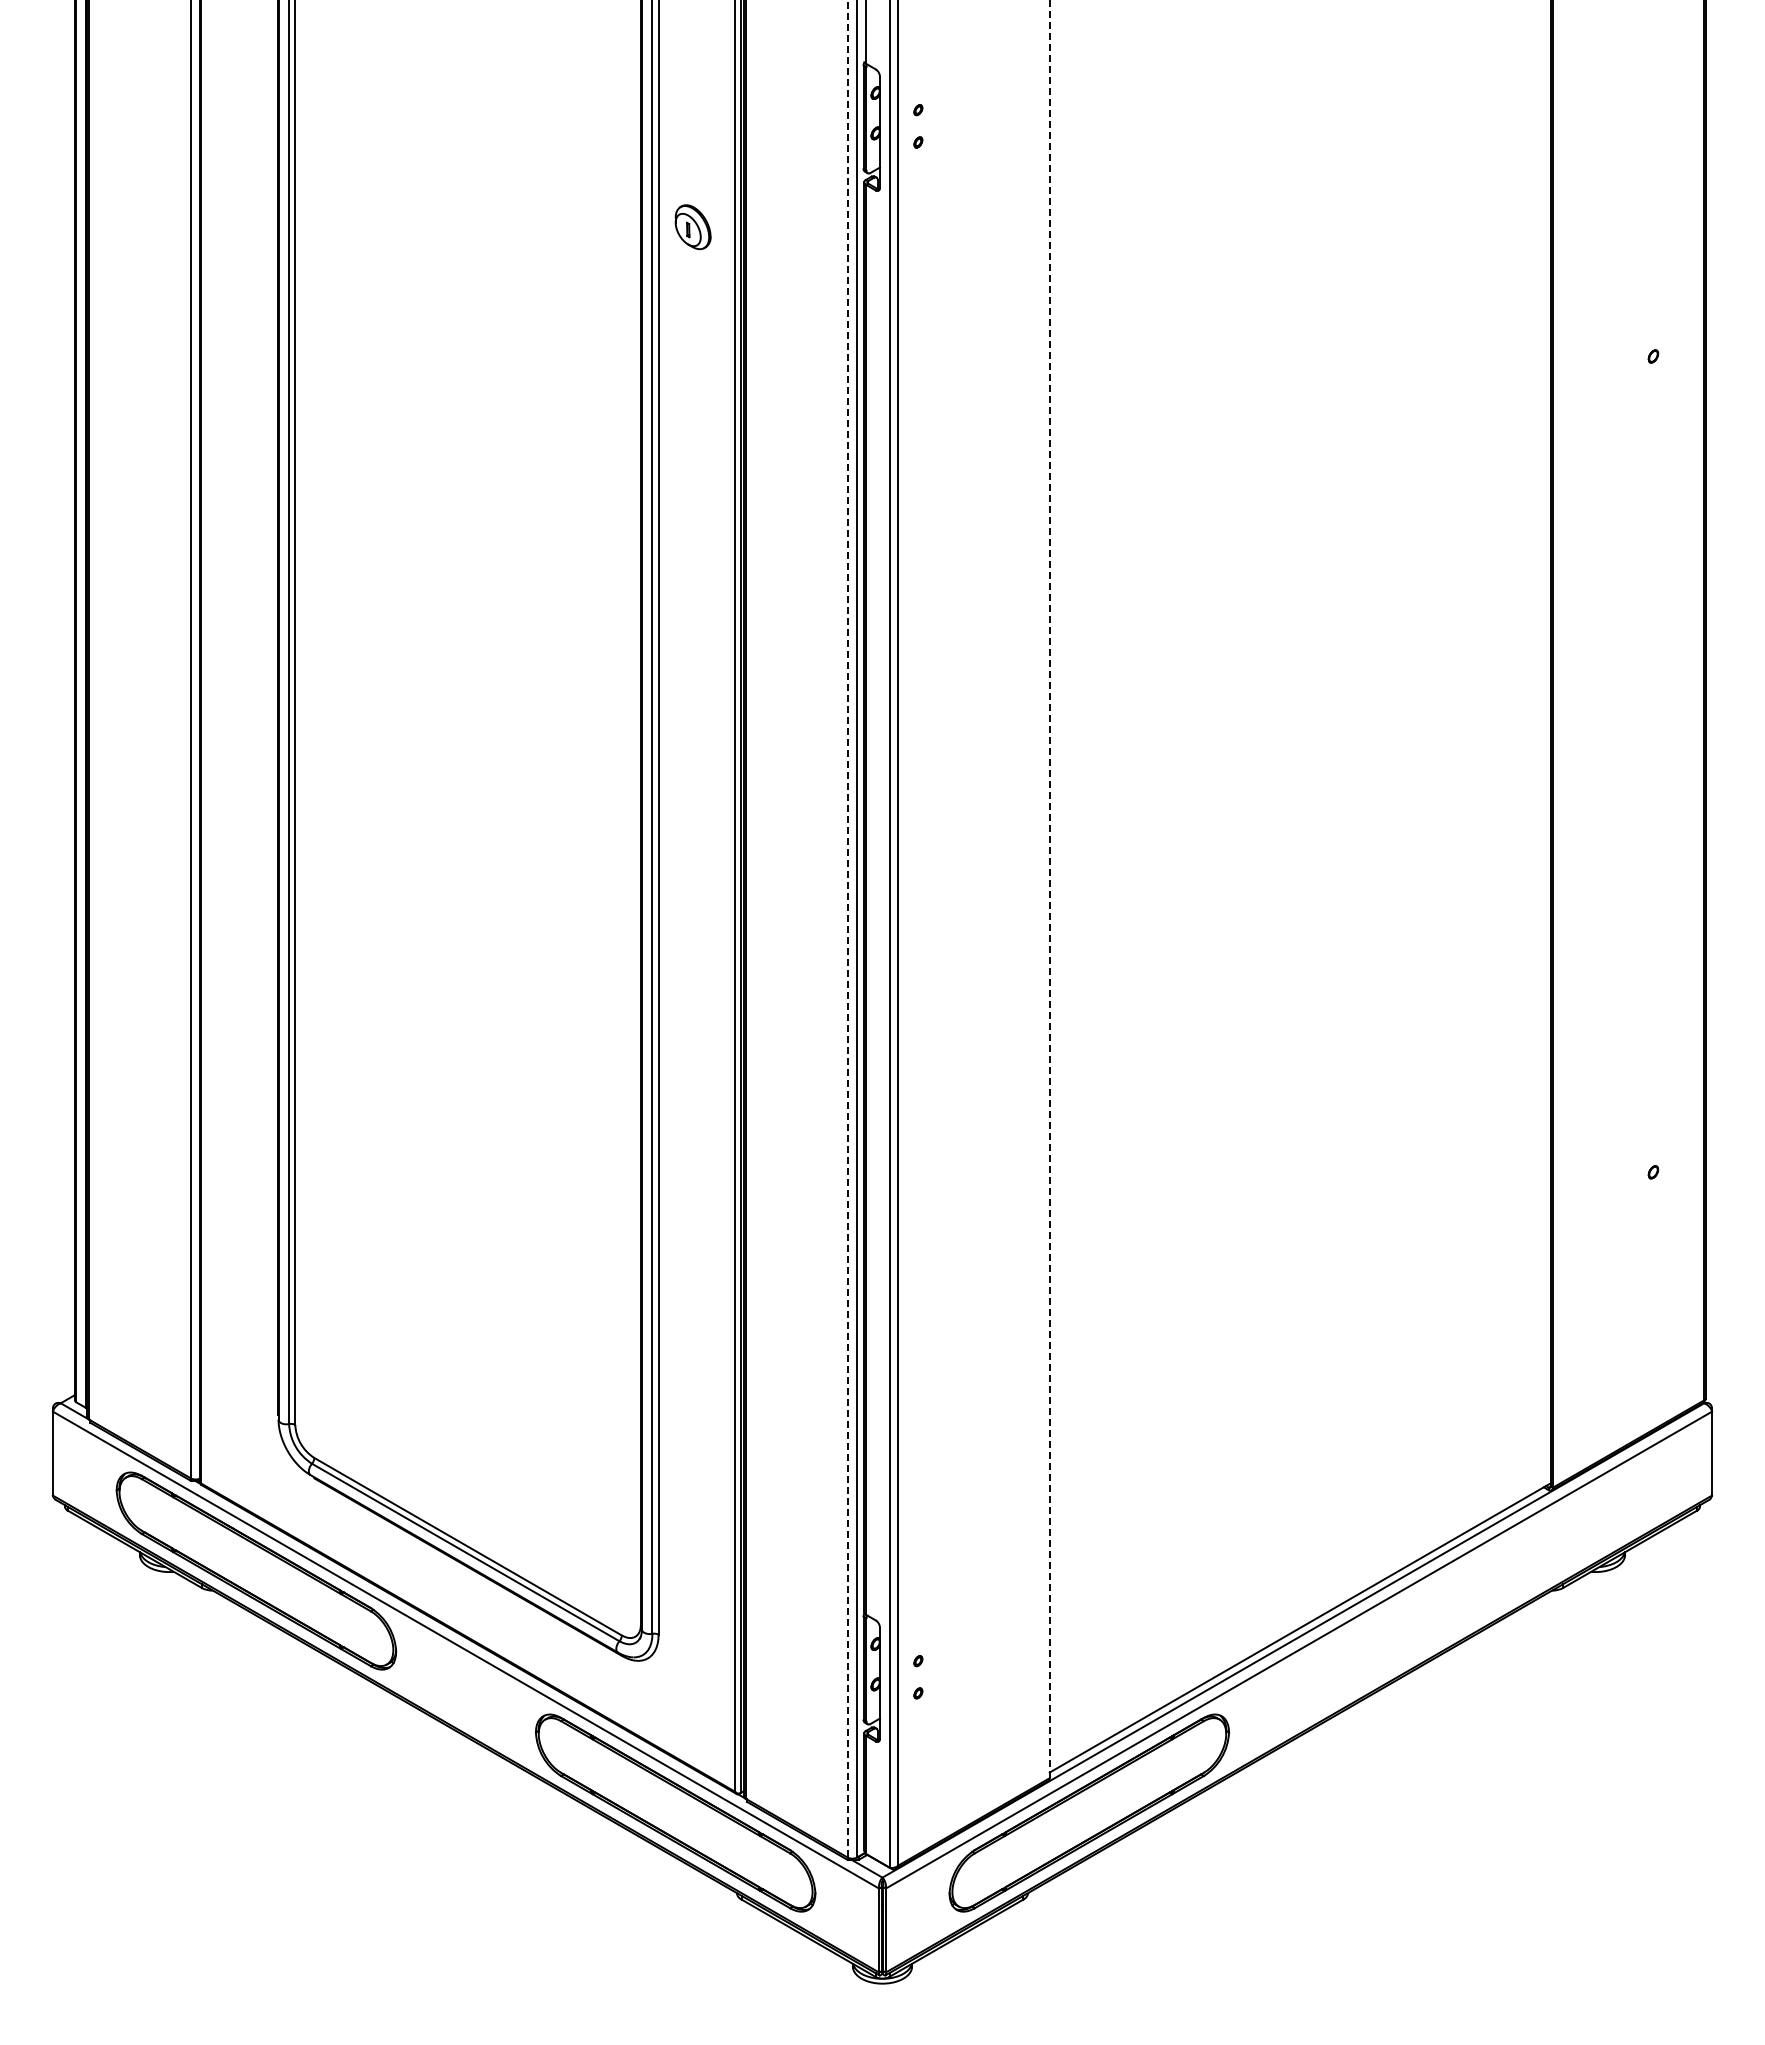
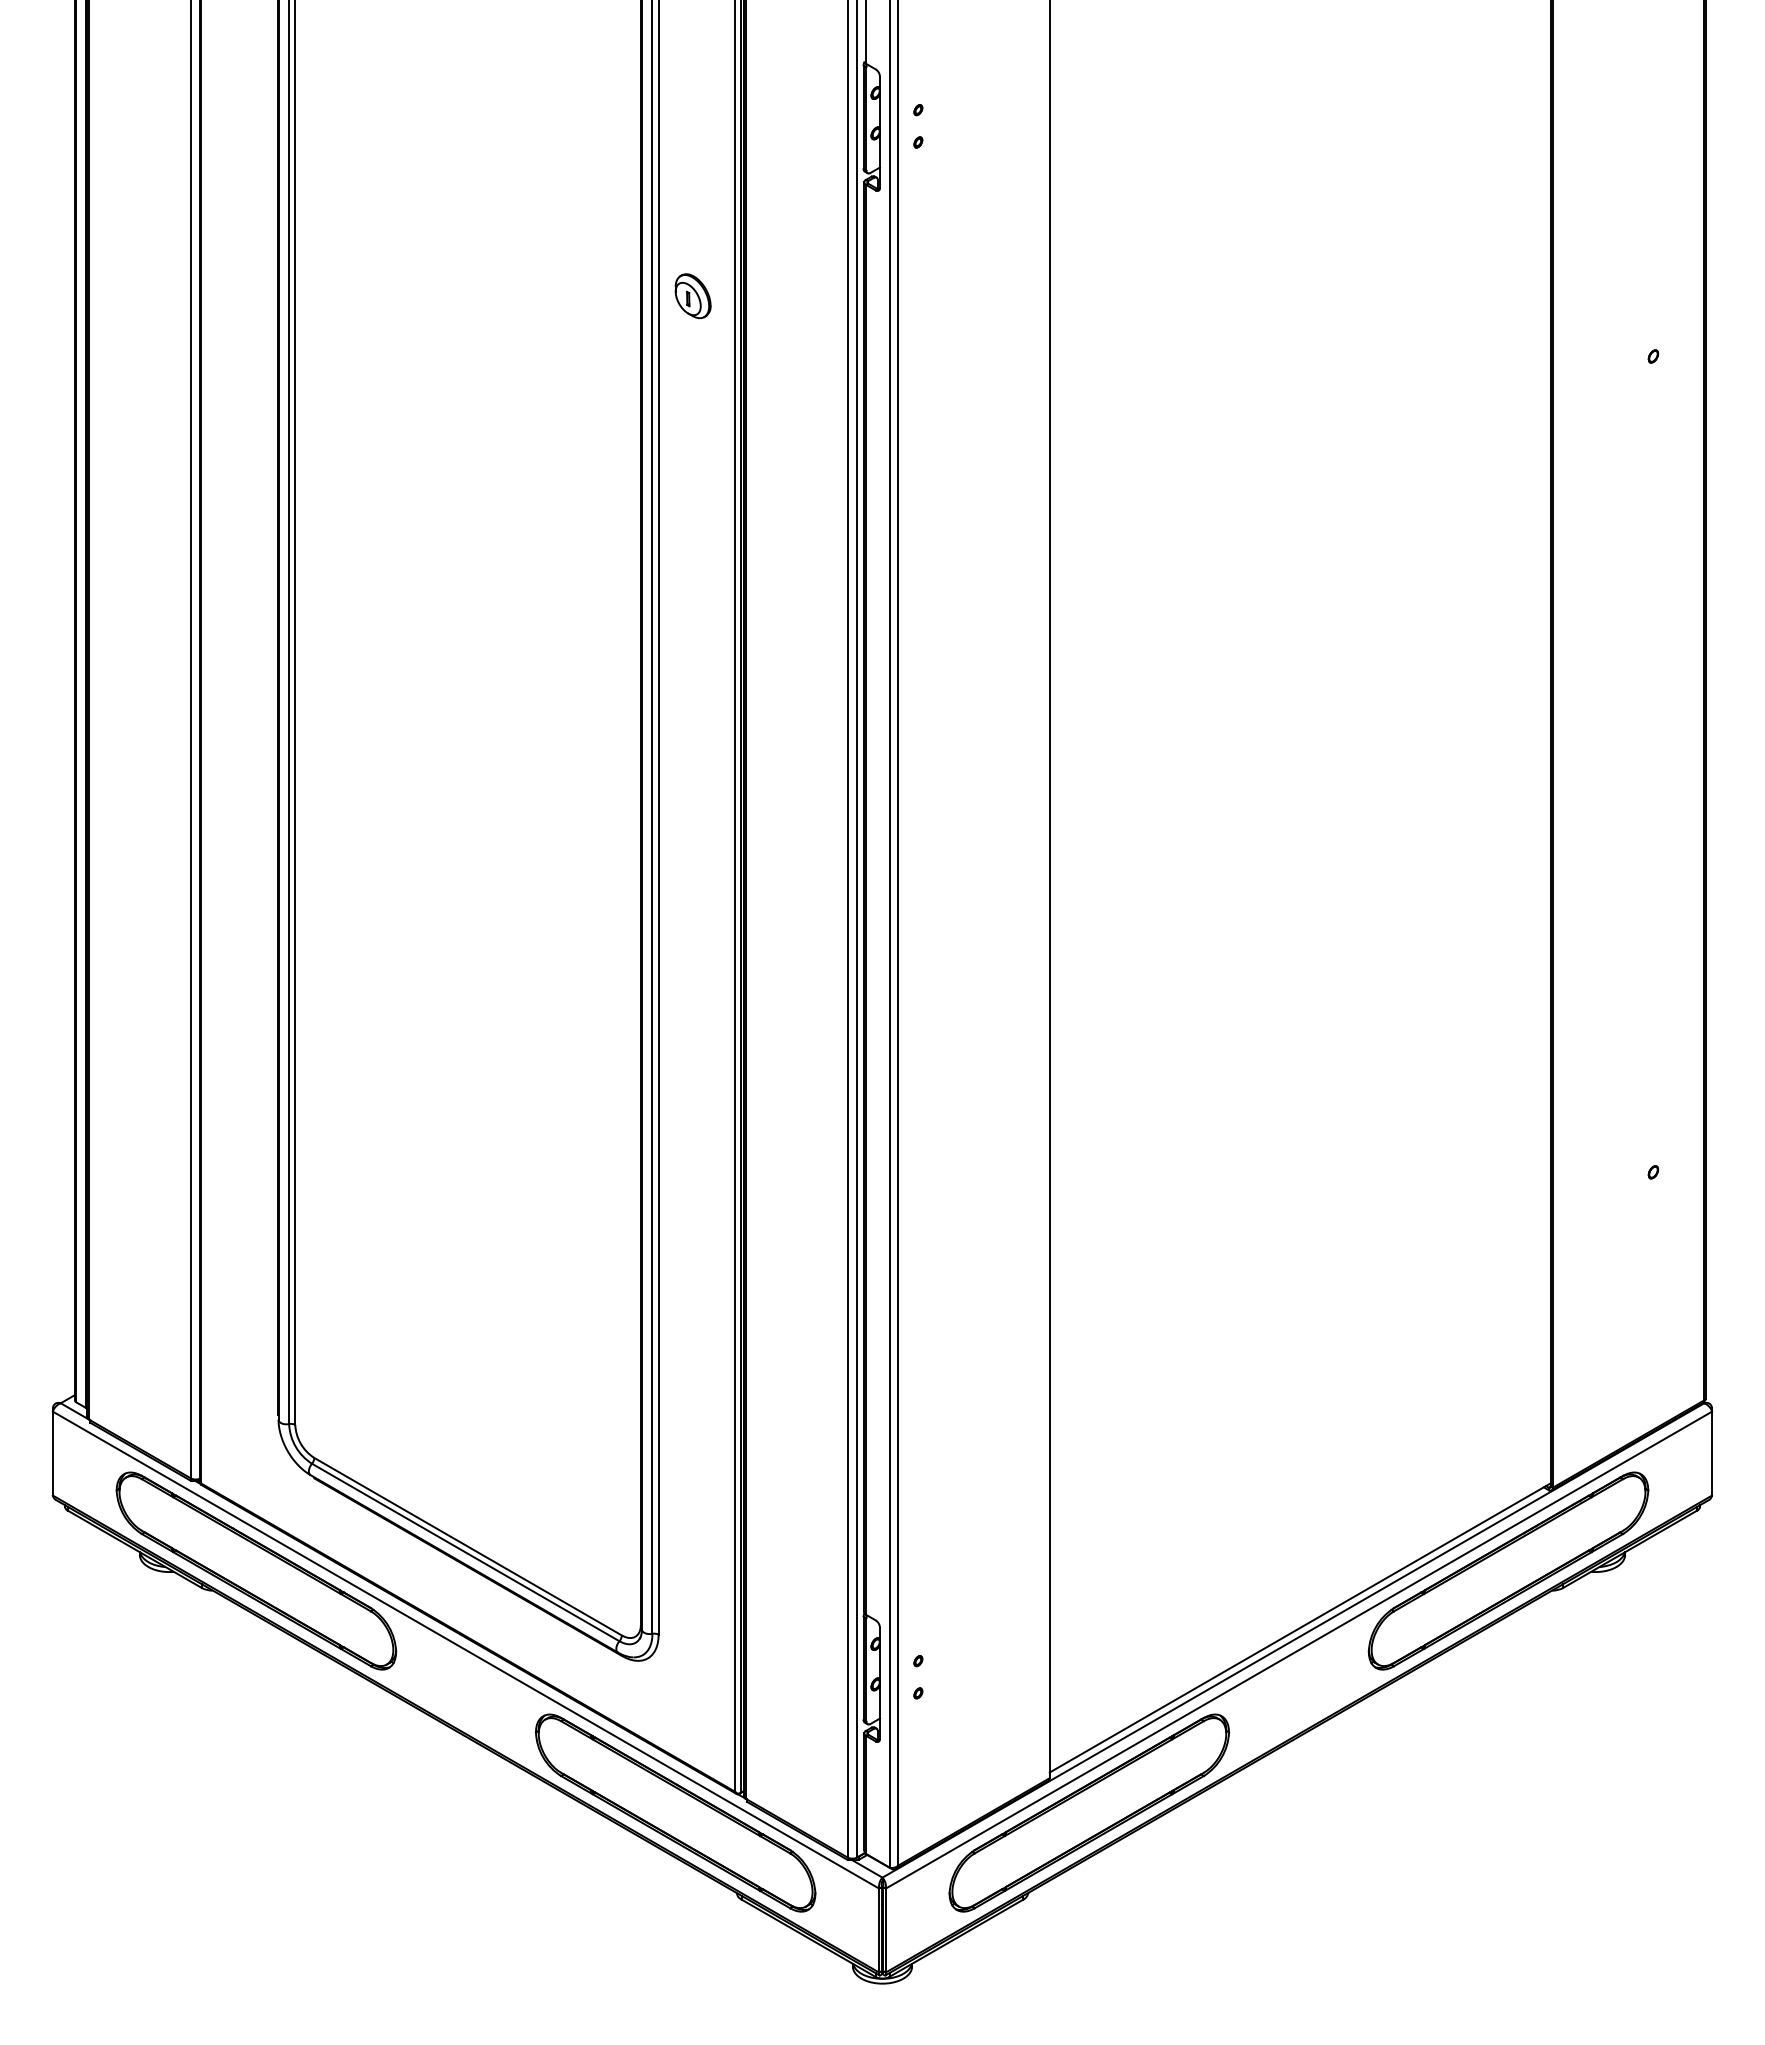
part at (692, 227) position: (692, 227) -> (692, 296)
line at (1049, 889): dashed -> solid
line at (847, 928): dashed -> solid
part at (1508, 1570): none -> present
